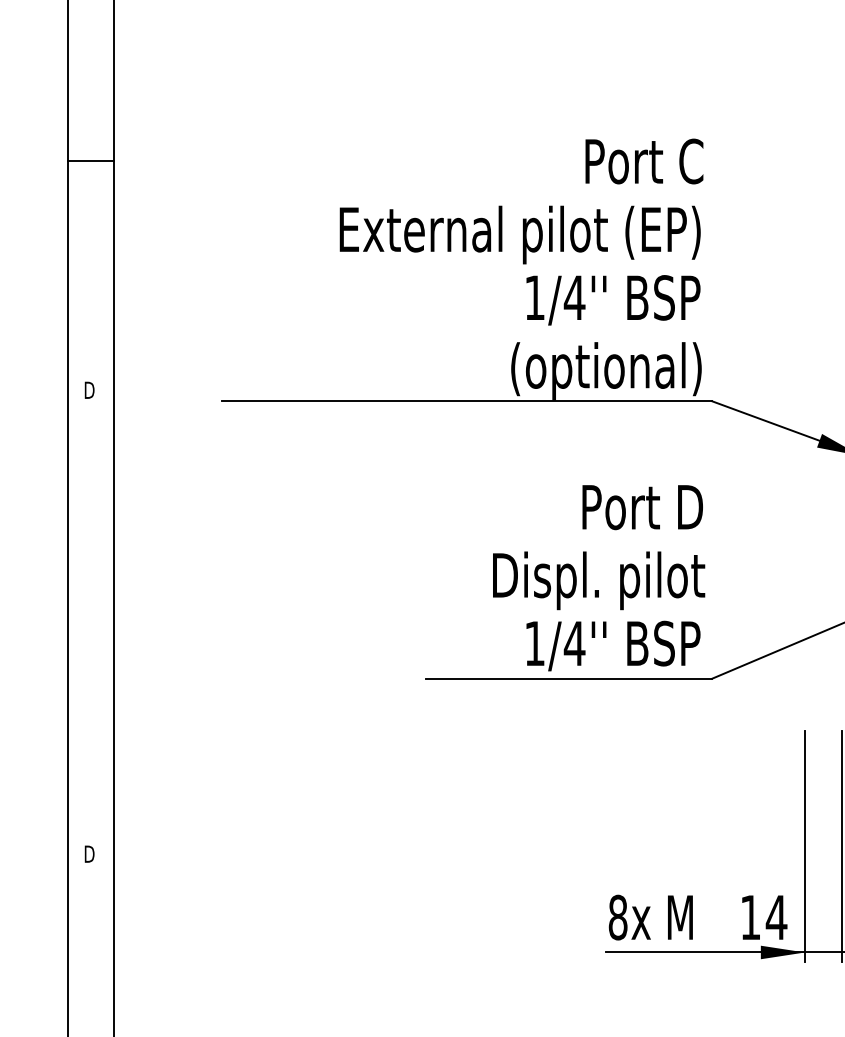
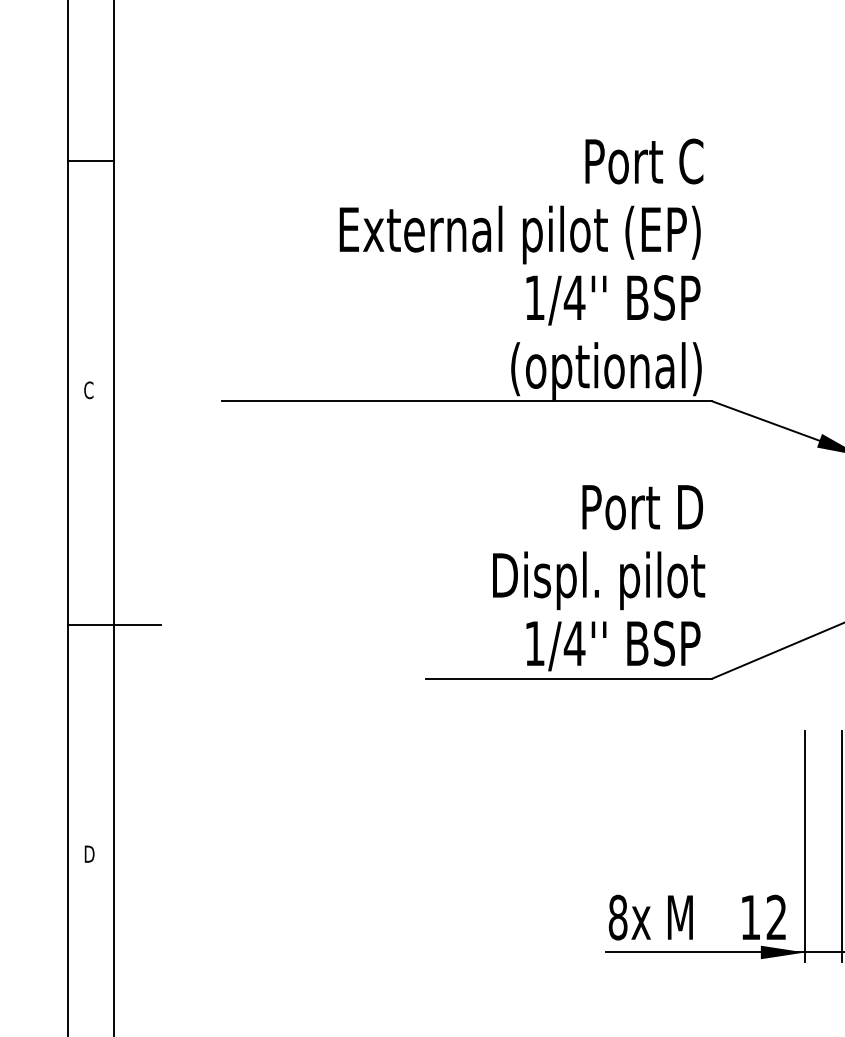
text at (89, 390): D -> C
line at (113, 624): none -> present
text at (776, 916): 14 -> 12
